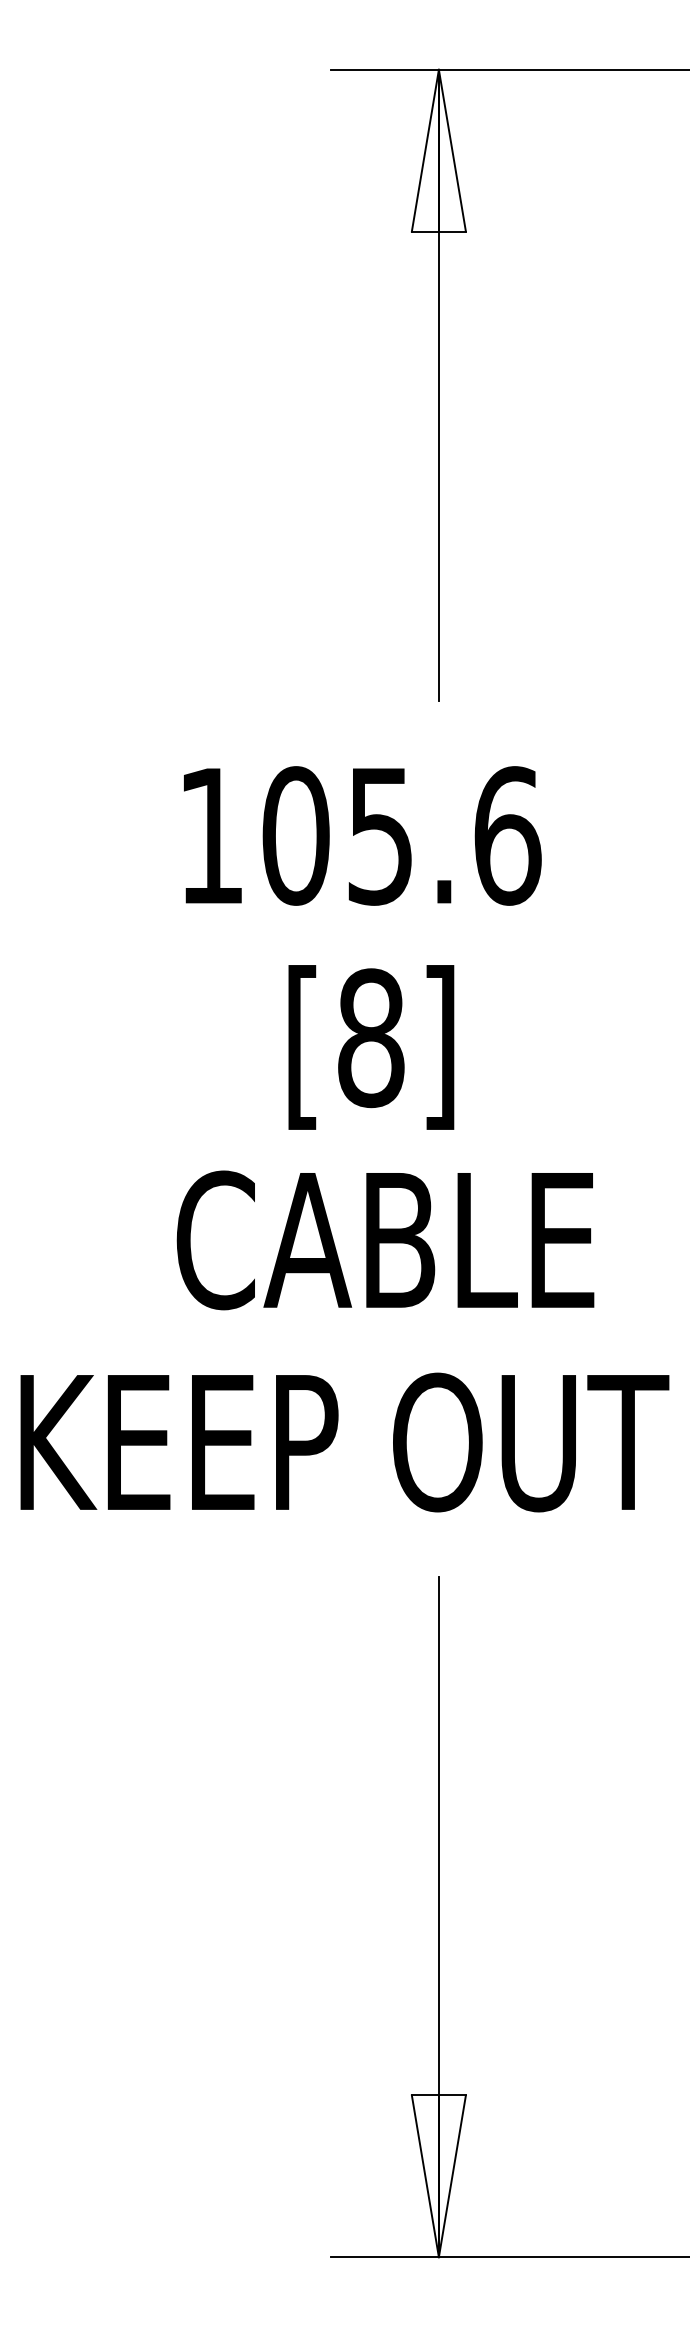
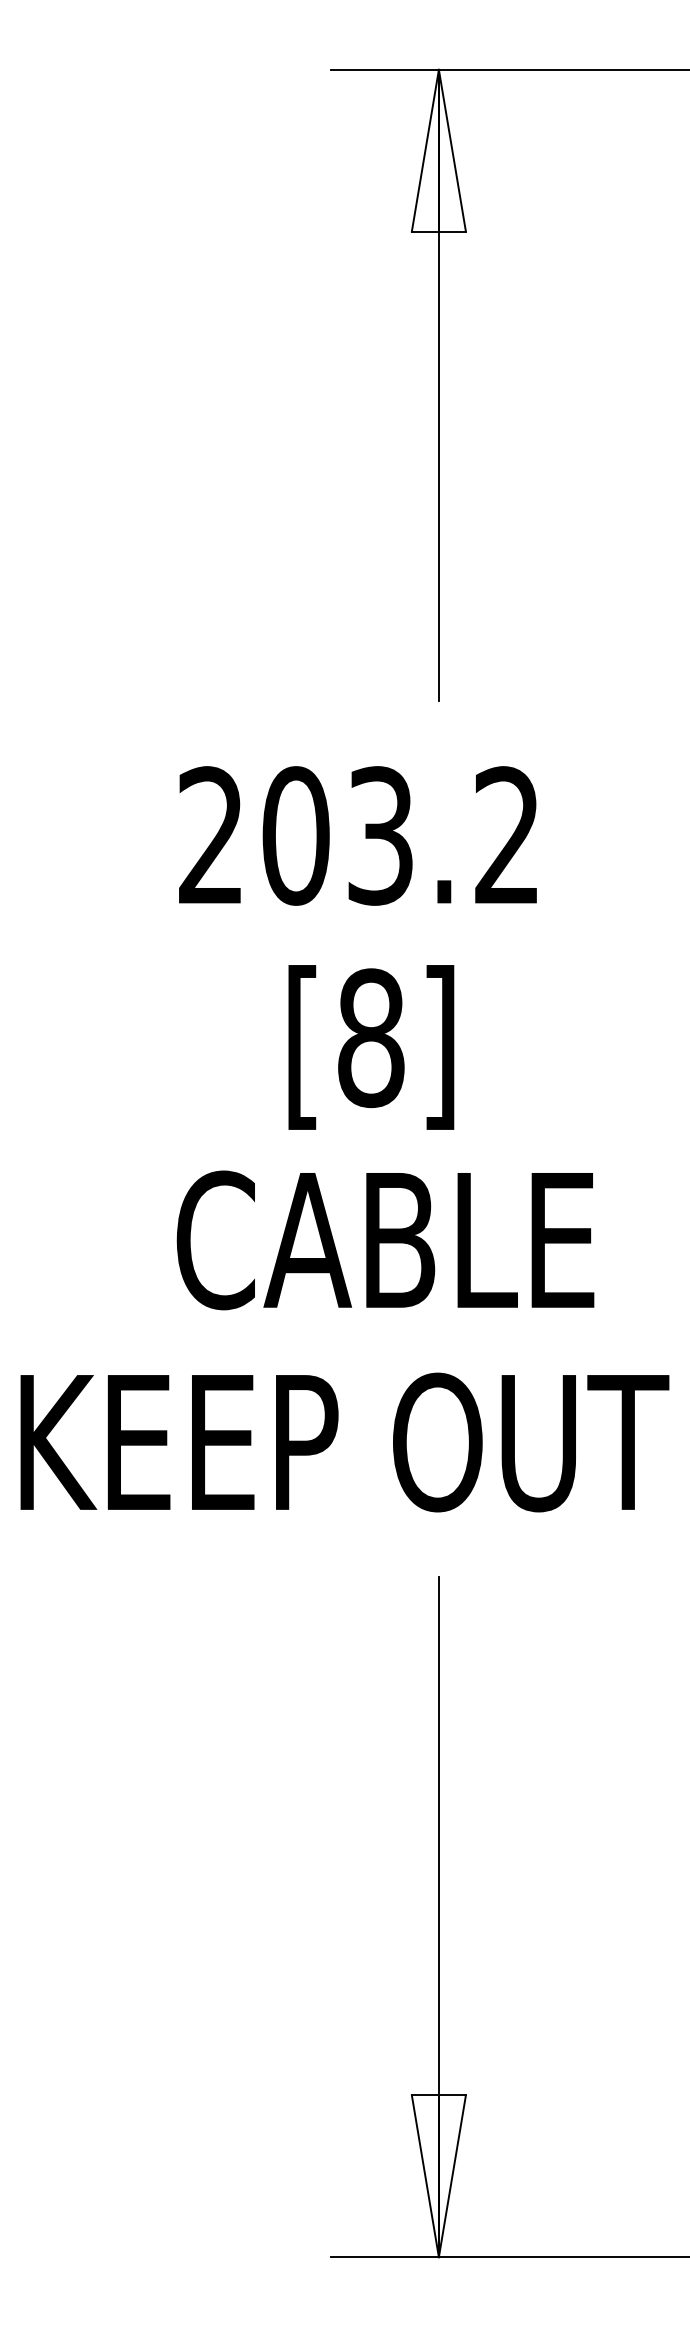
text at (360, 835): 105.6 -> 203.2
